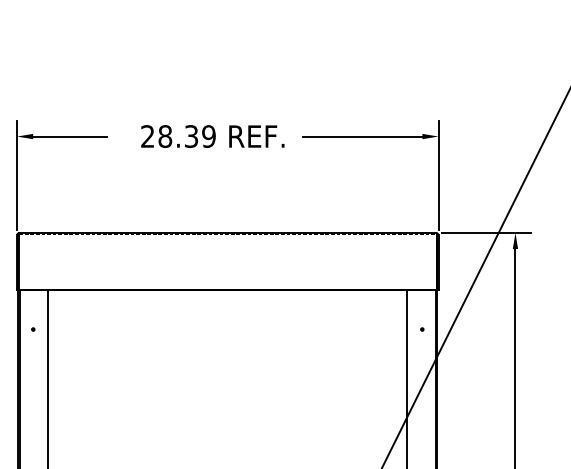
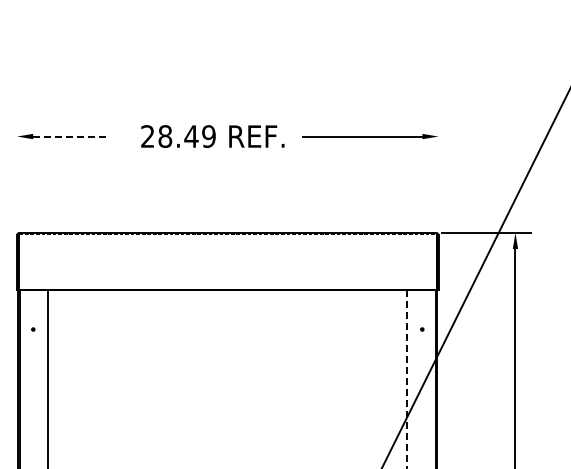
line at (69, 136): solid -> dashed
text at (191, 136): 28.39 -> 28.49
line at (17, 174): present -> none
line at (438, 174): present -> none
line at (407, 379): solid -> dashed
